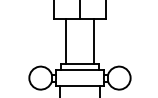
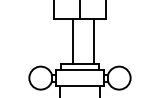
line at (66, 41) position: (66, 41) -> (73, 41)
